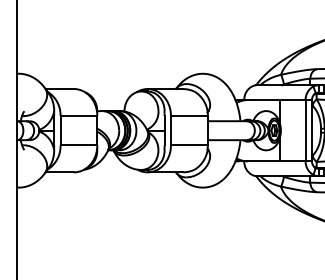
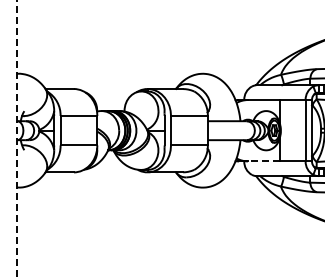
line at (17, 139): solid -> dashed
line at (263, 161): solid -> dashed
